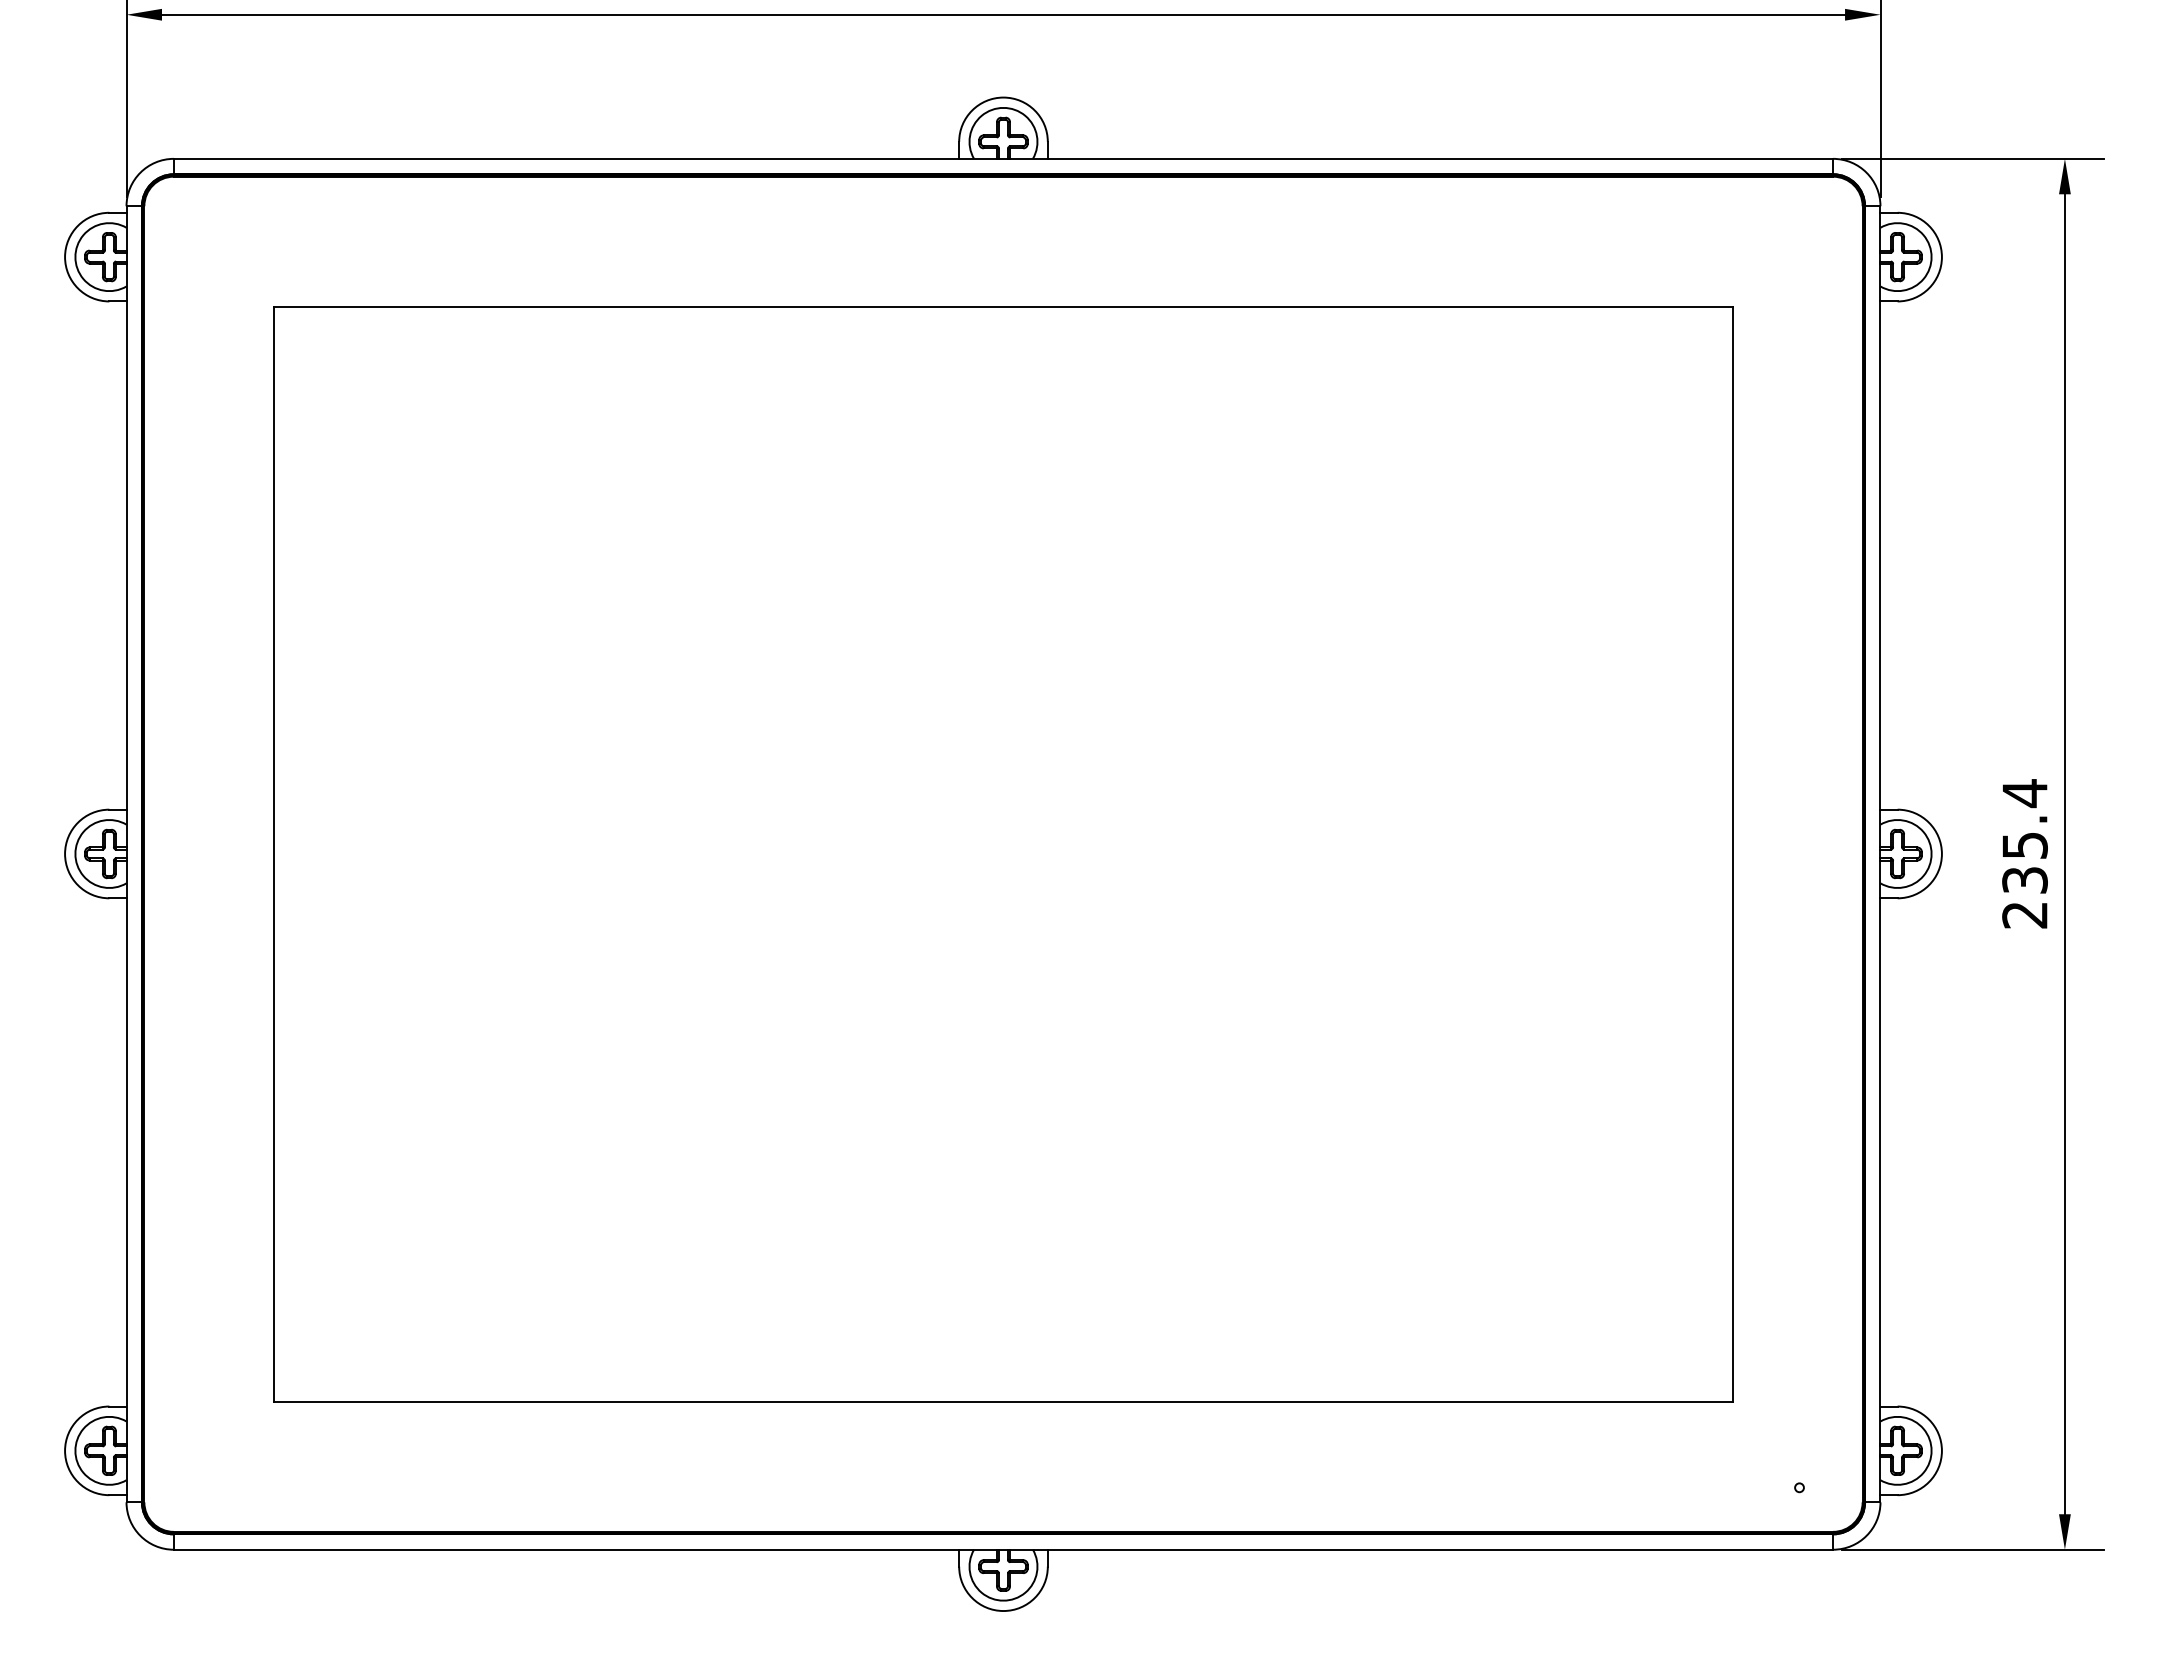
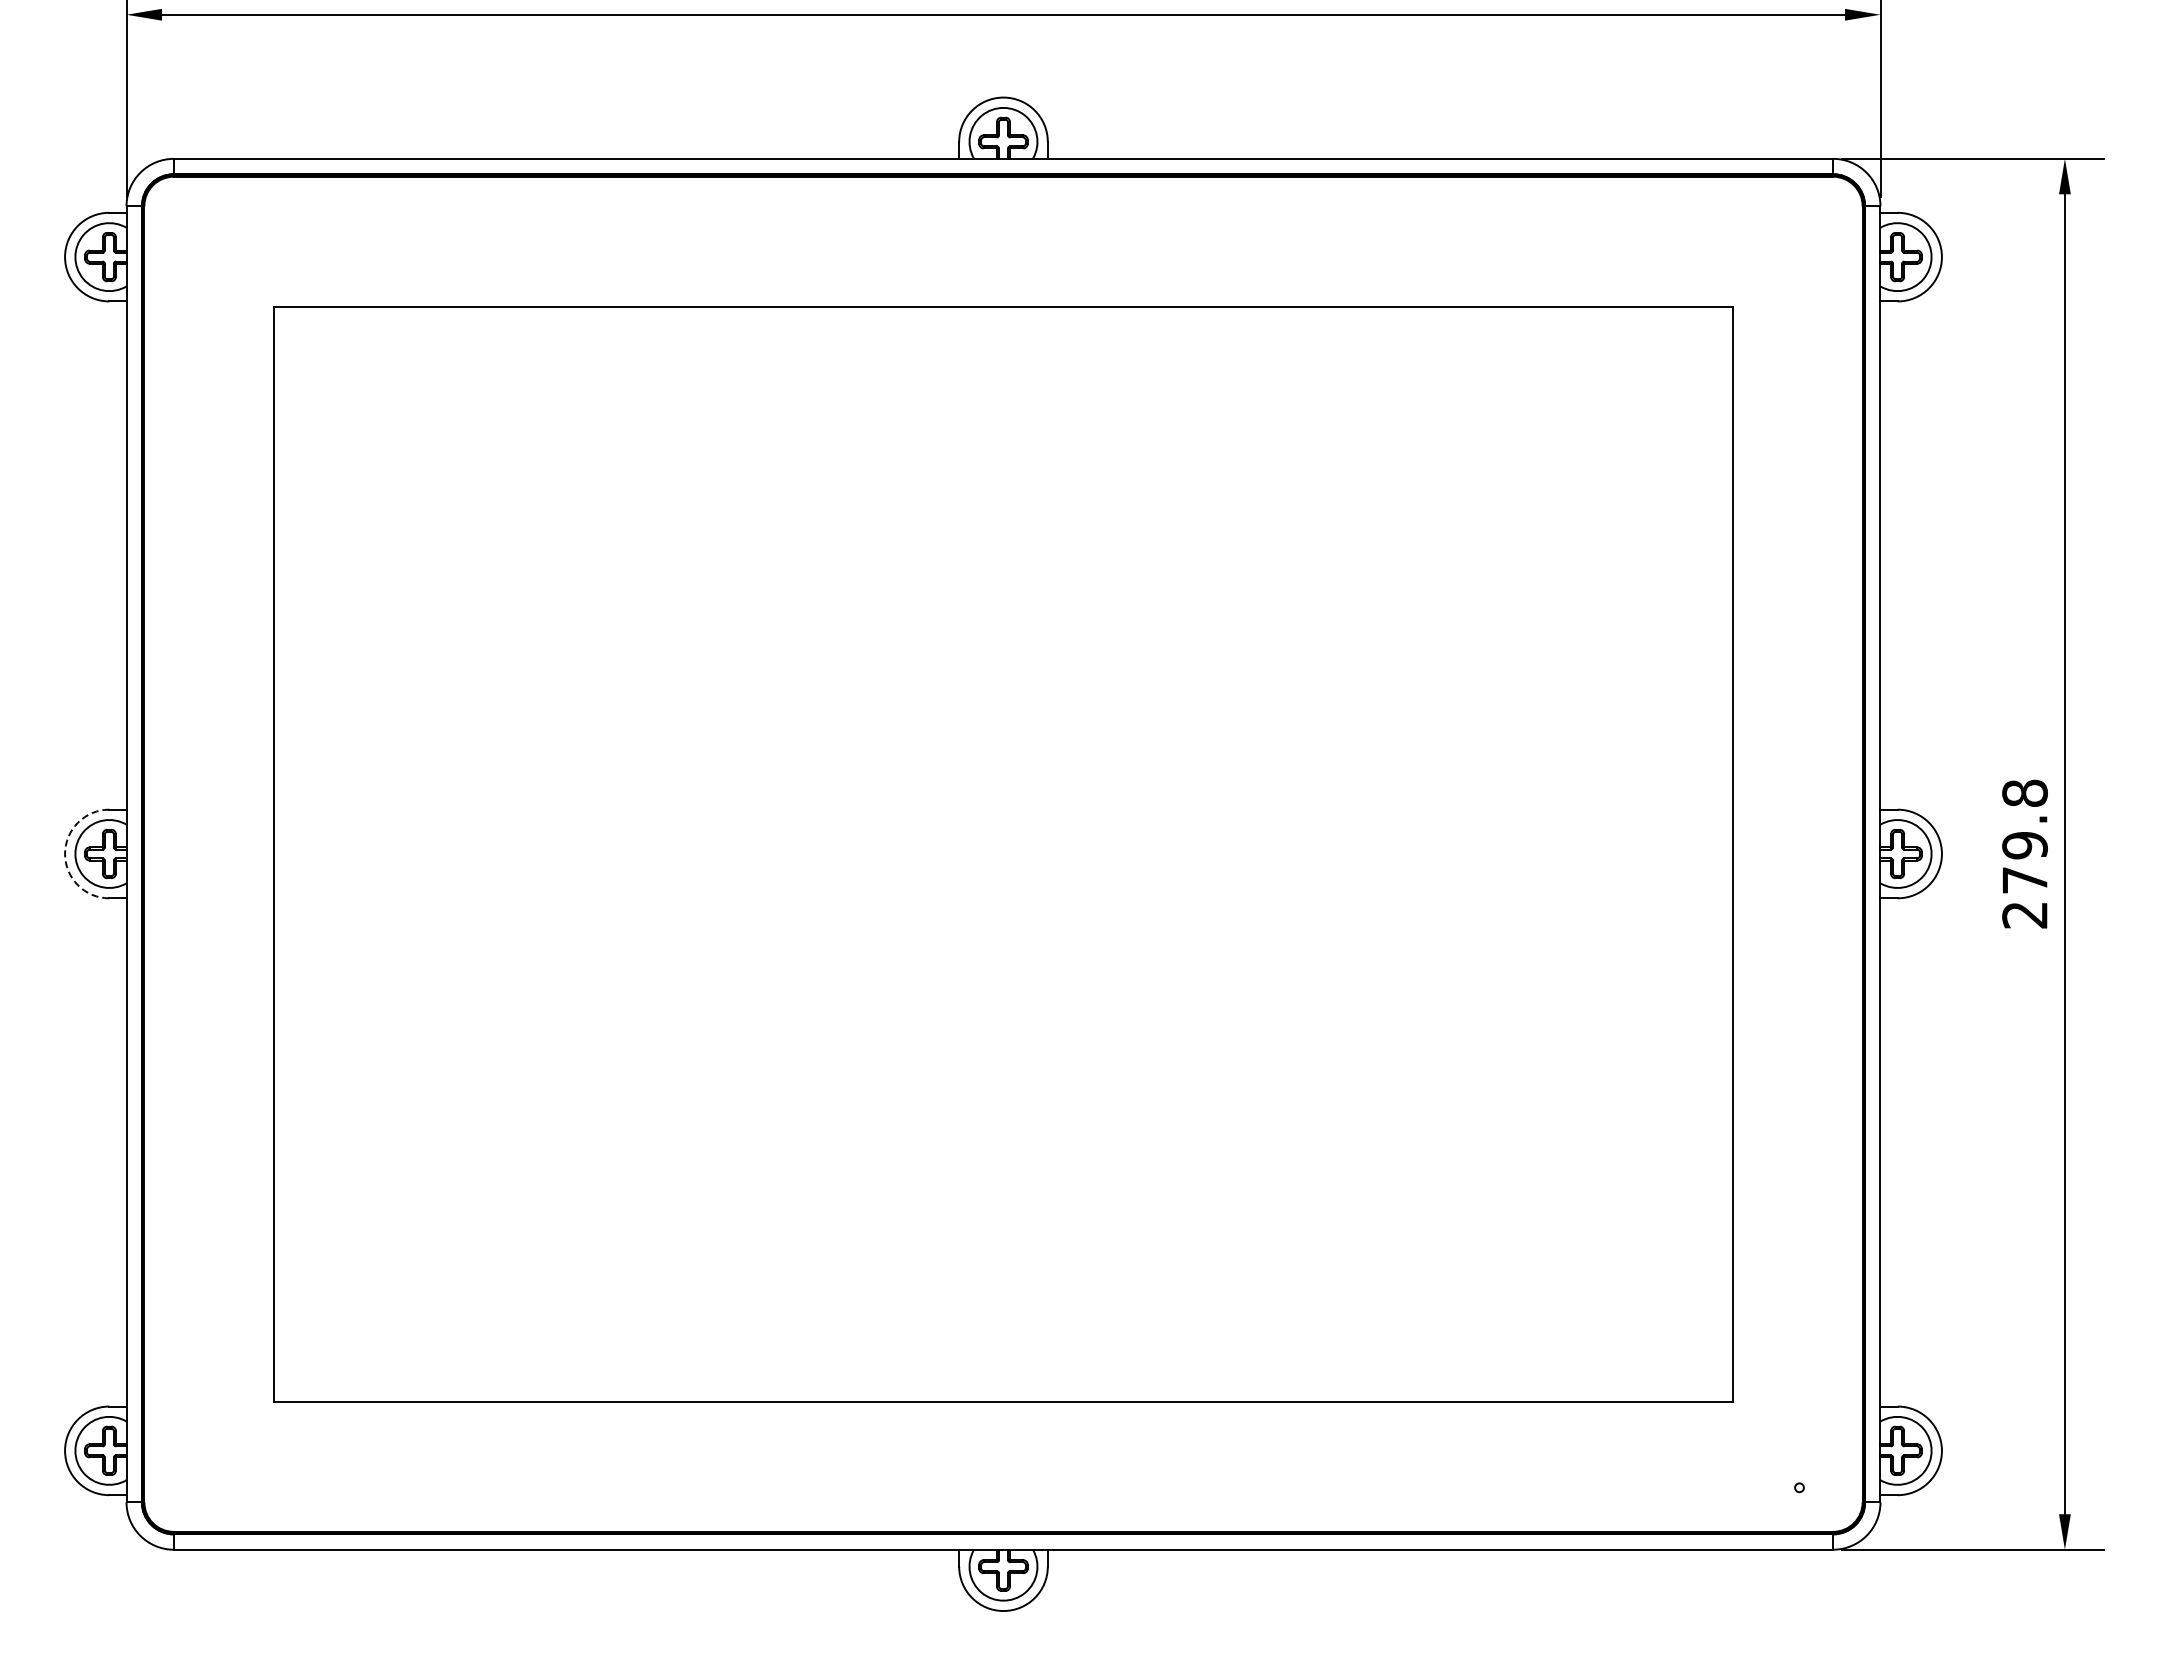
text at (2024, 836): 235.4 -> 279.8
arc at (65, 854): solid -> dashed
